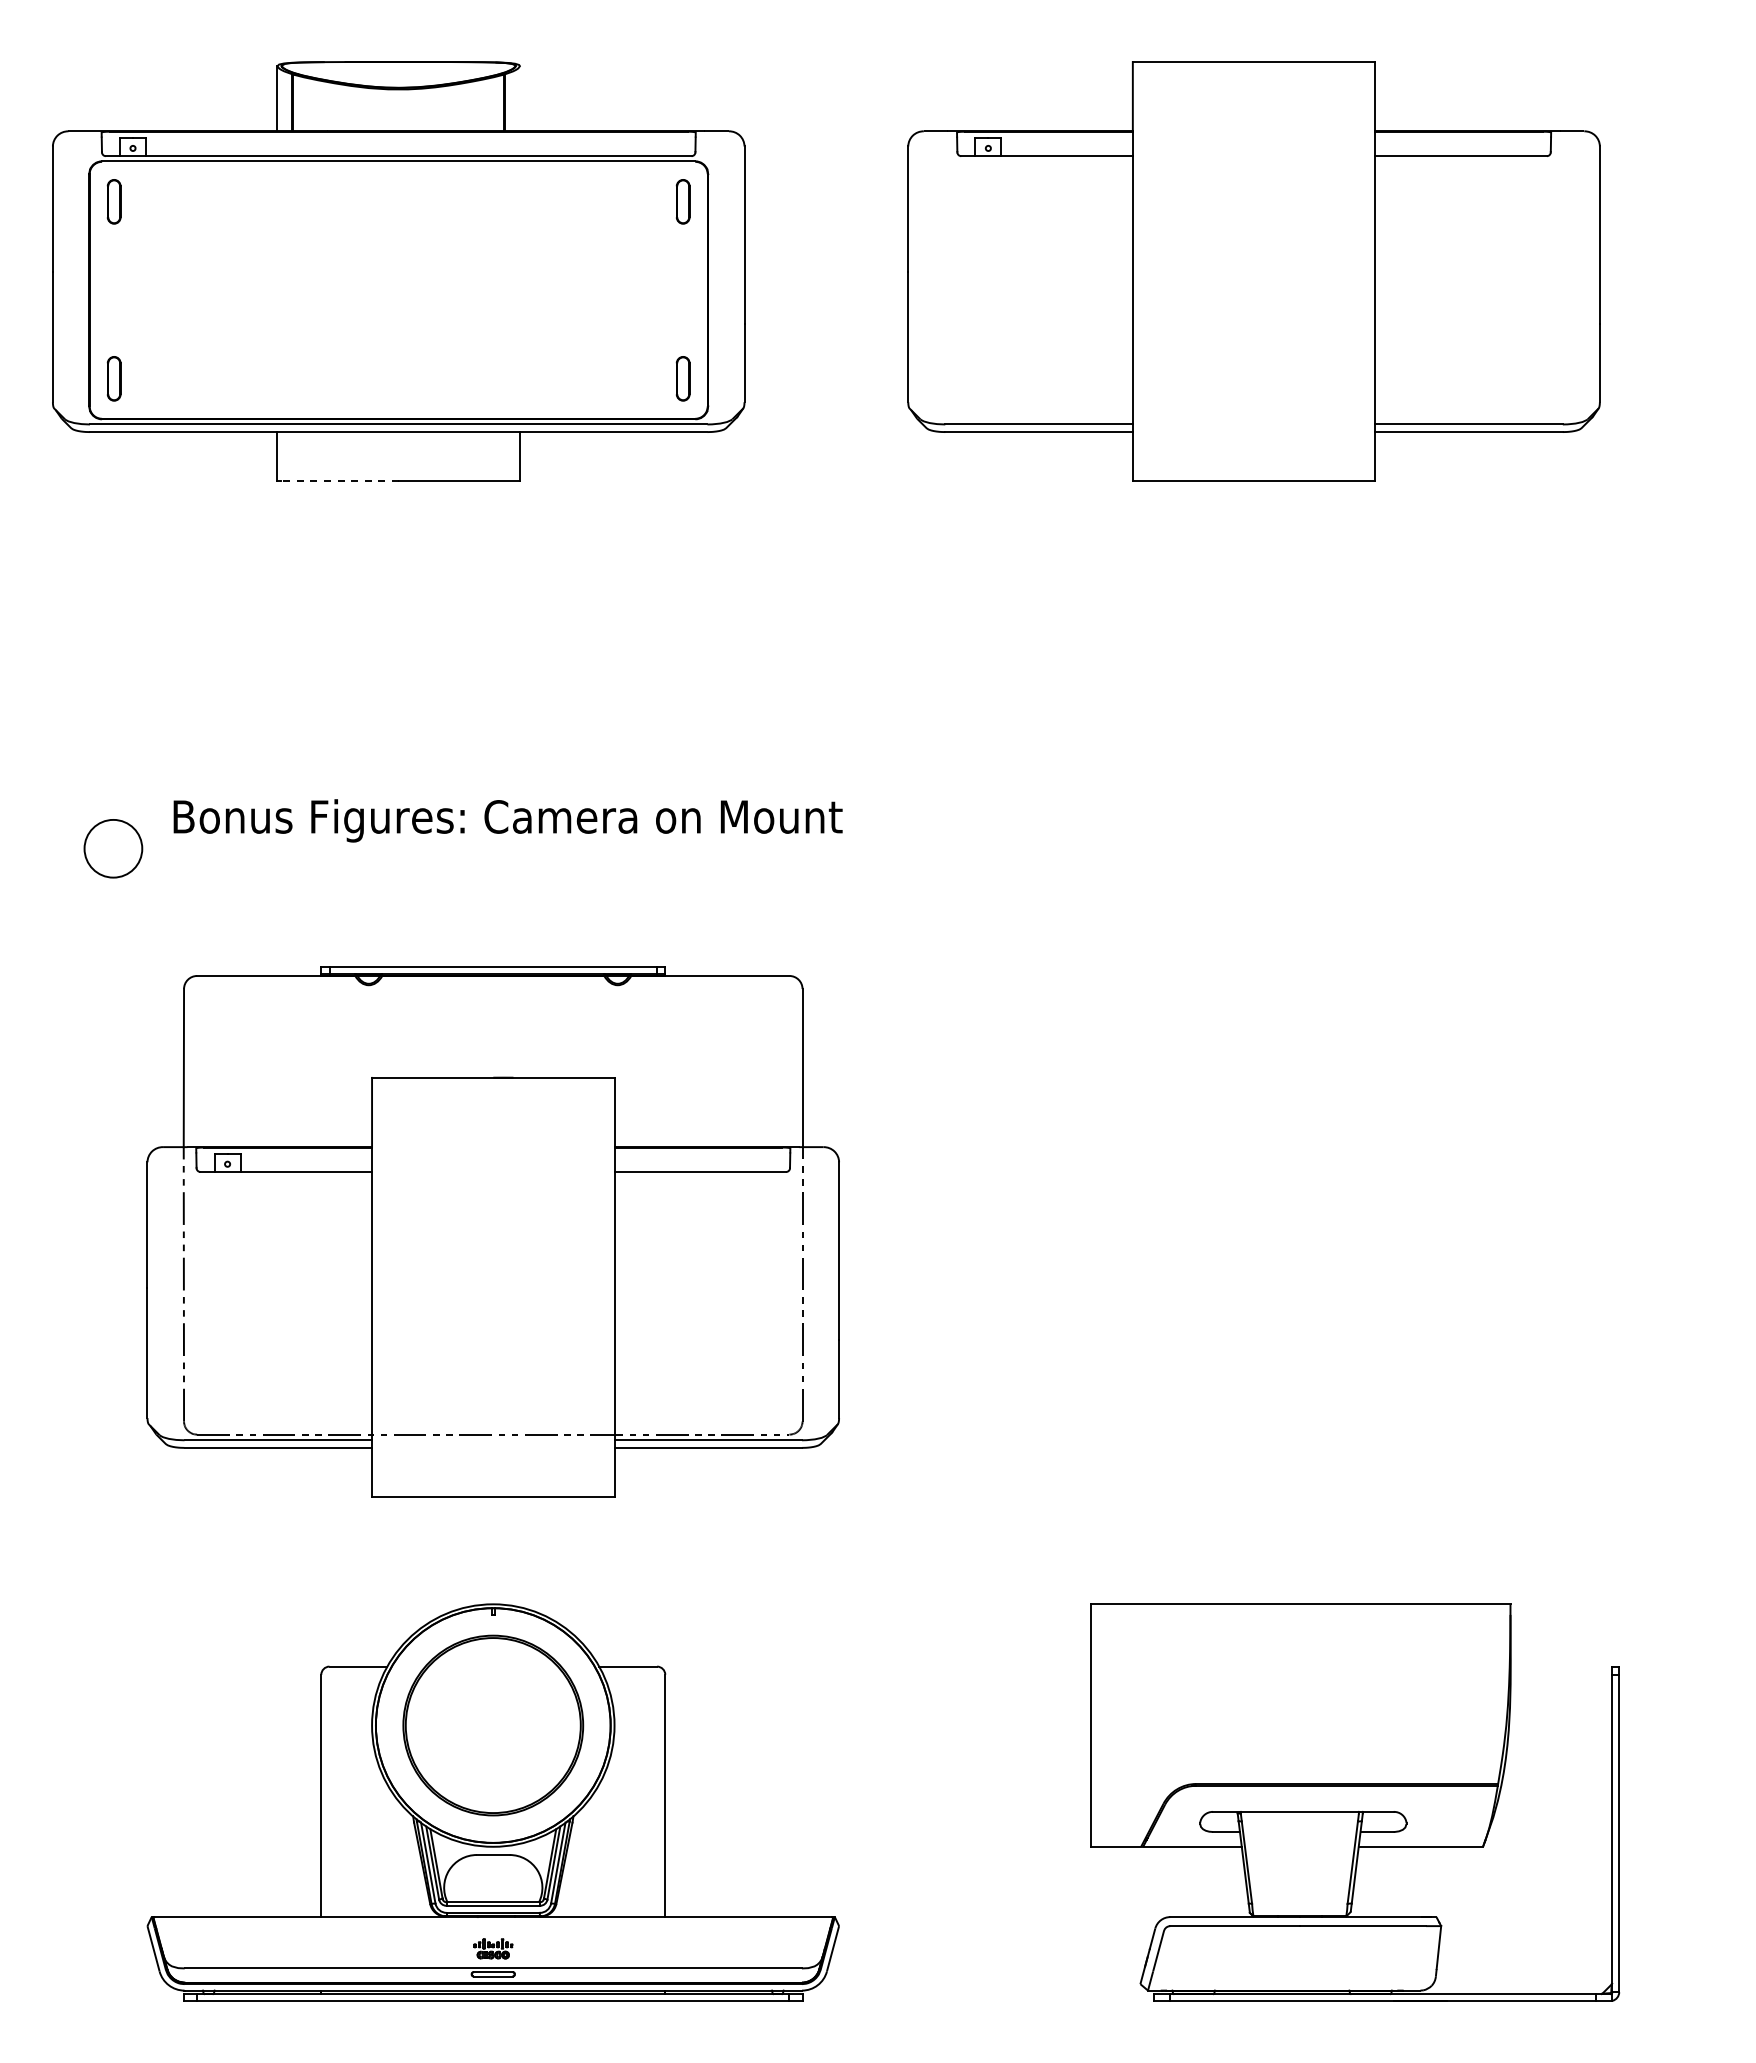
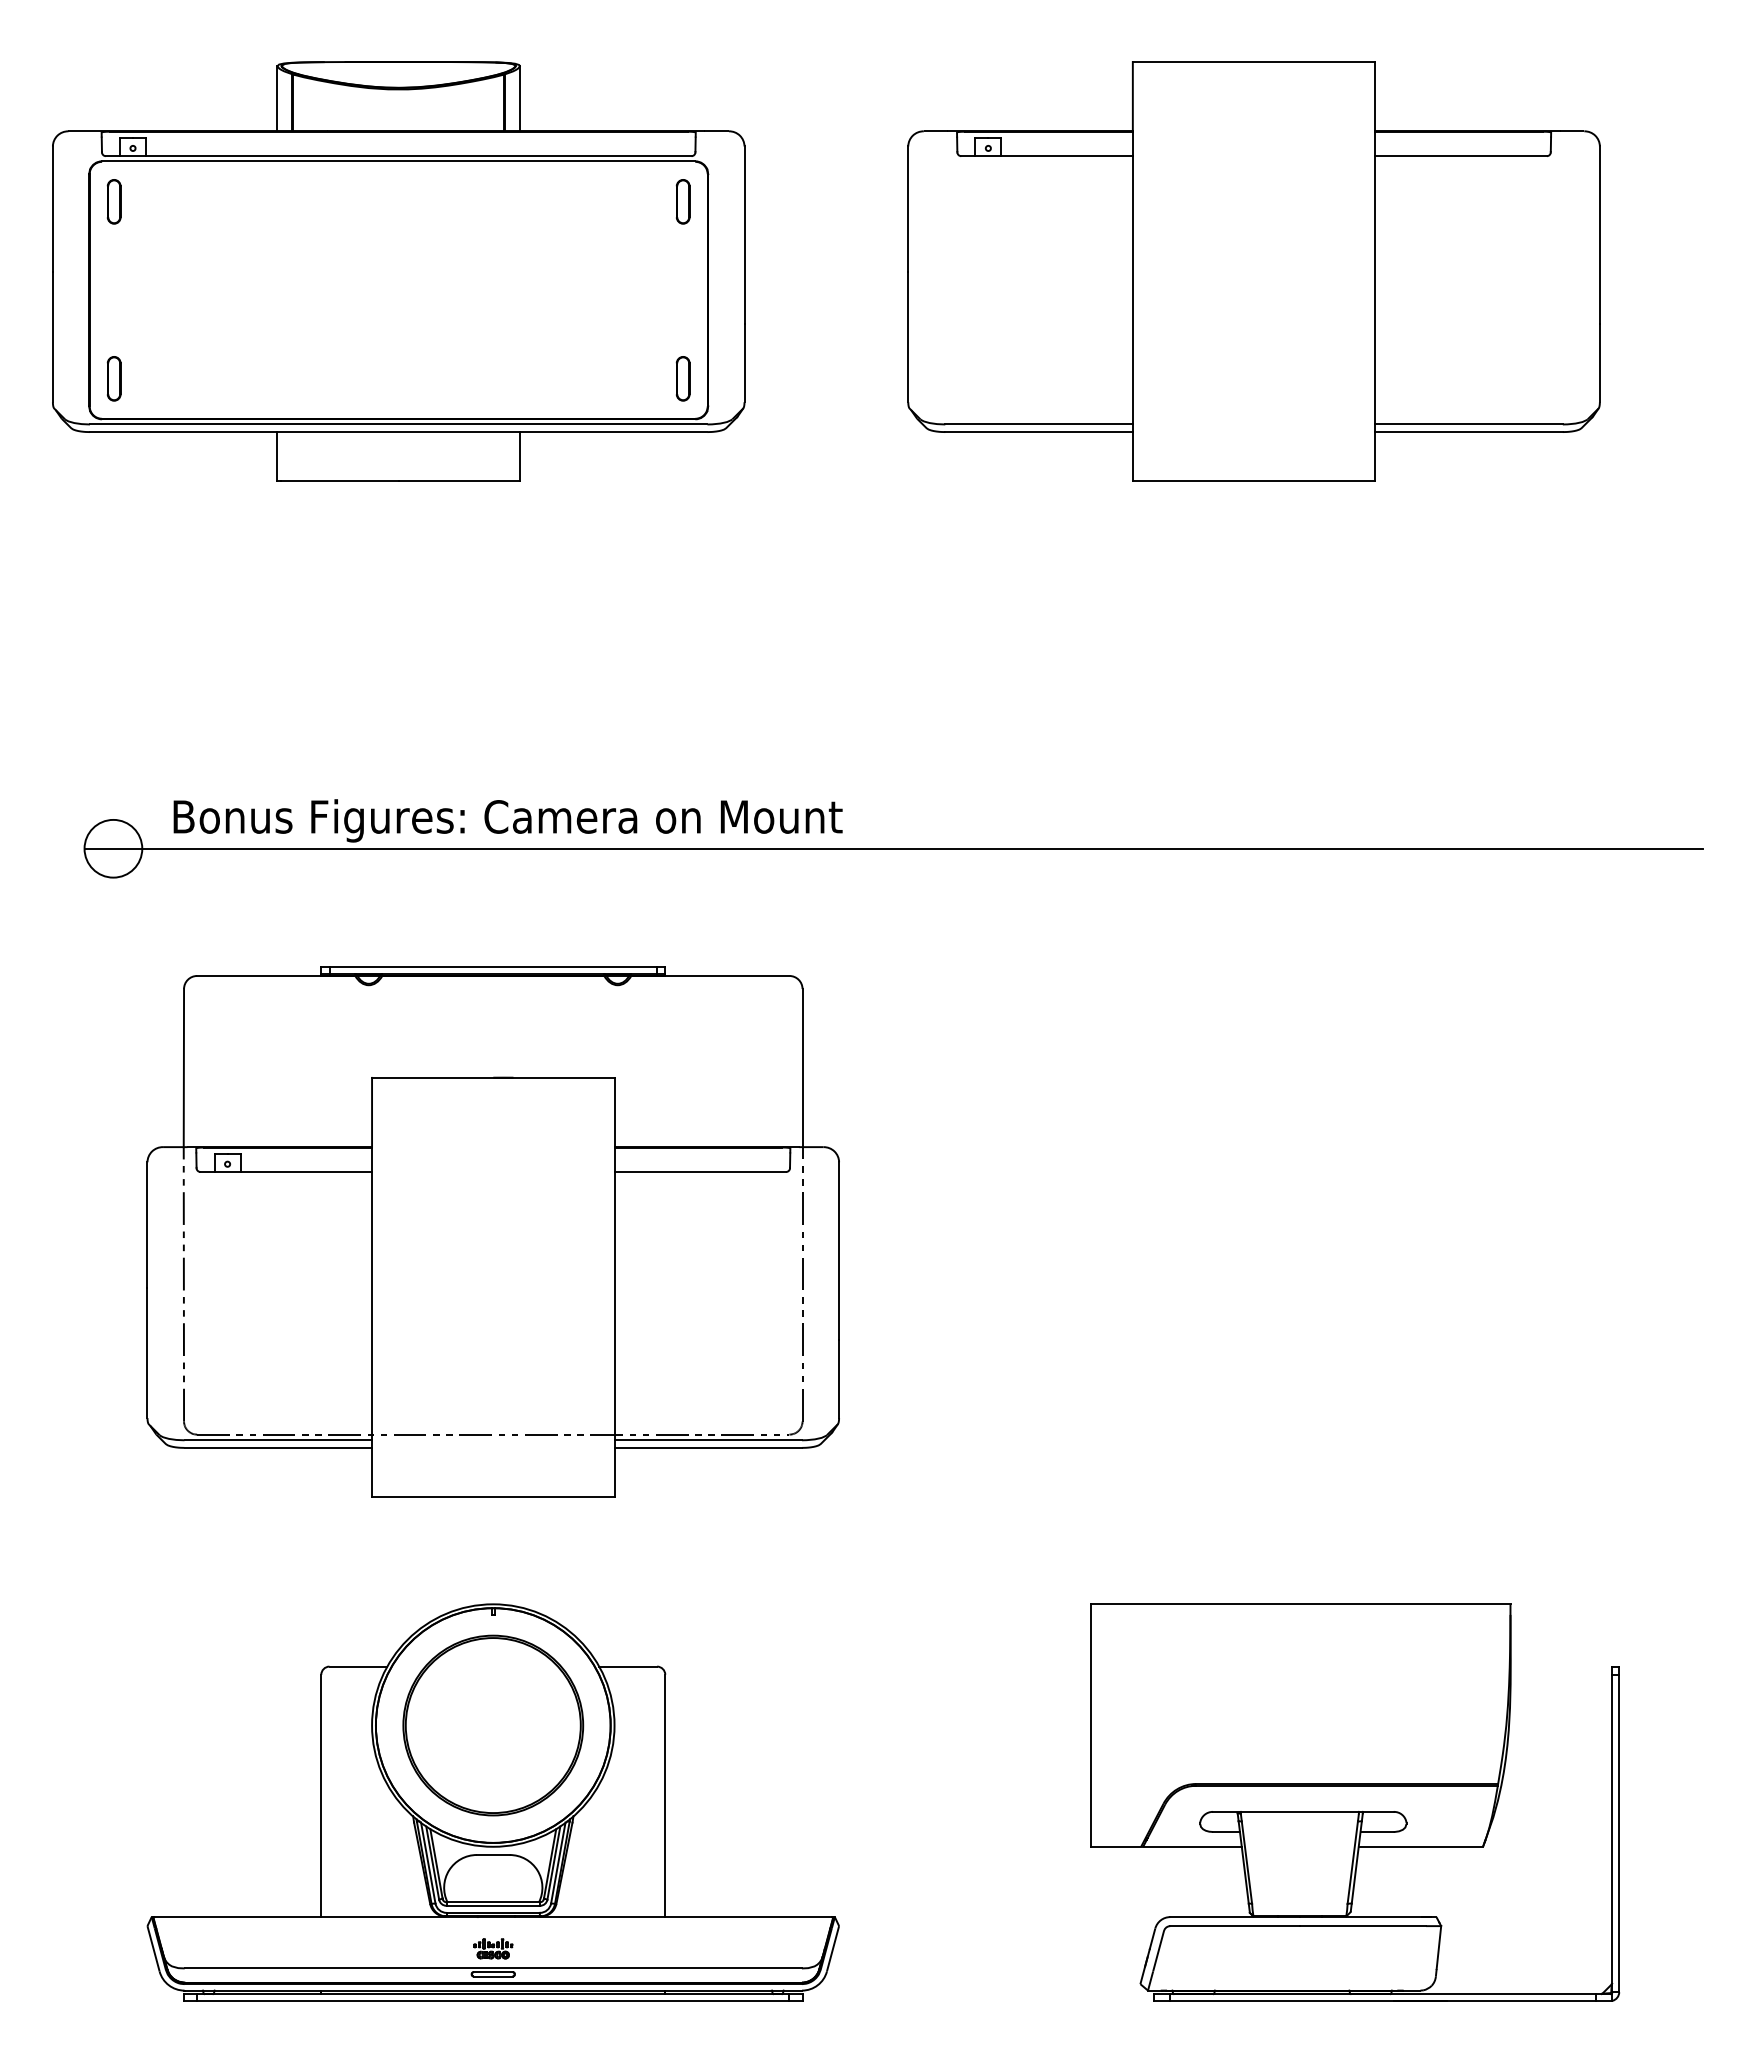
line at (519, 98): none -> present
line at (340, 481): dashed -> solid
line at (893, 848): none -> present
